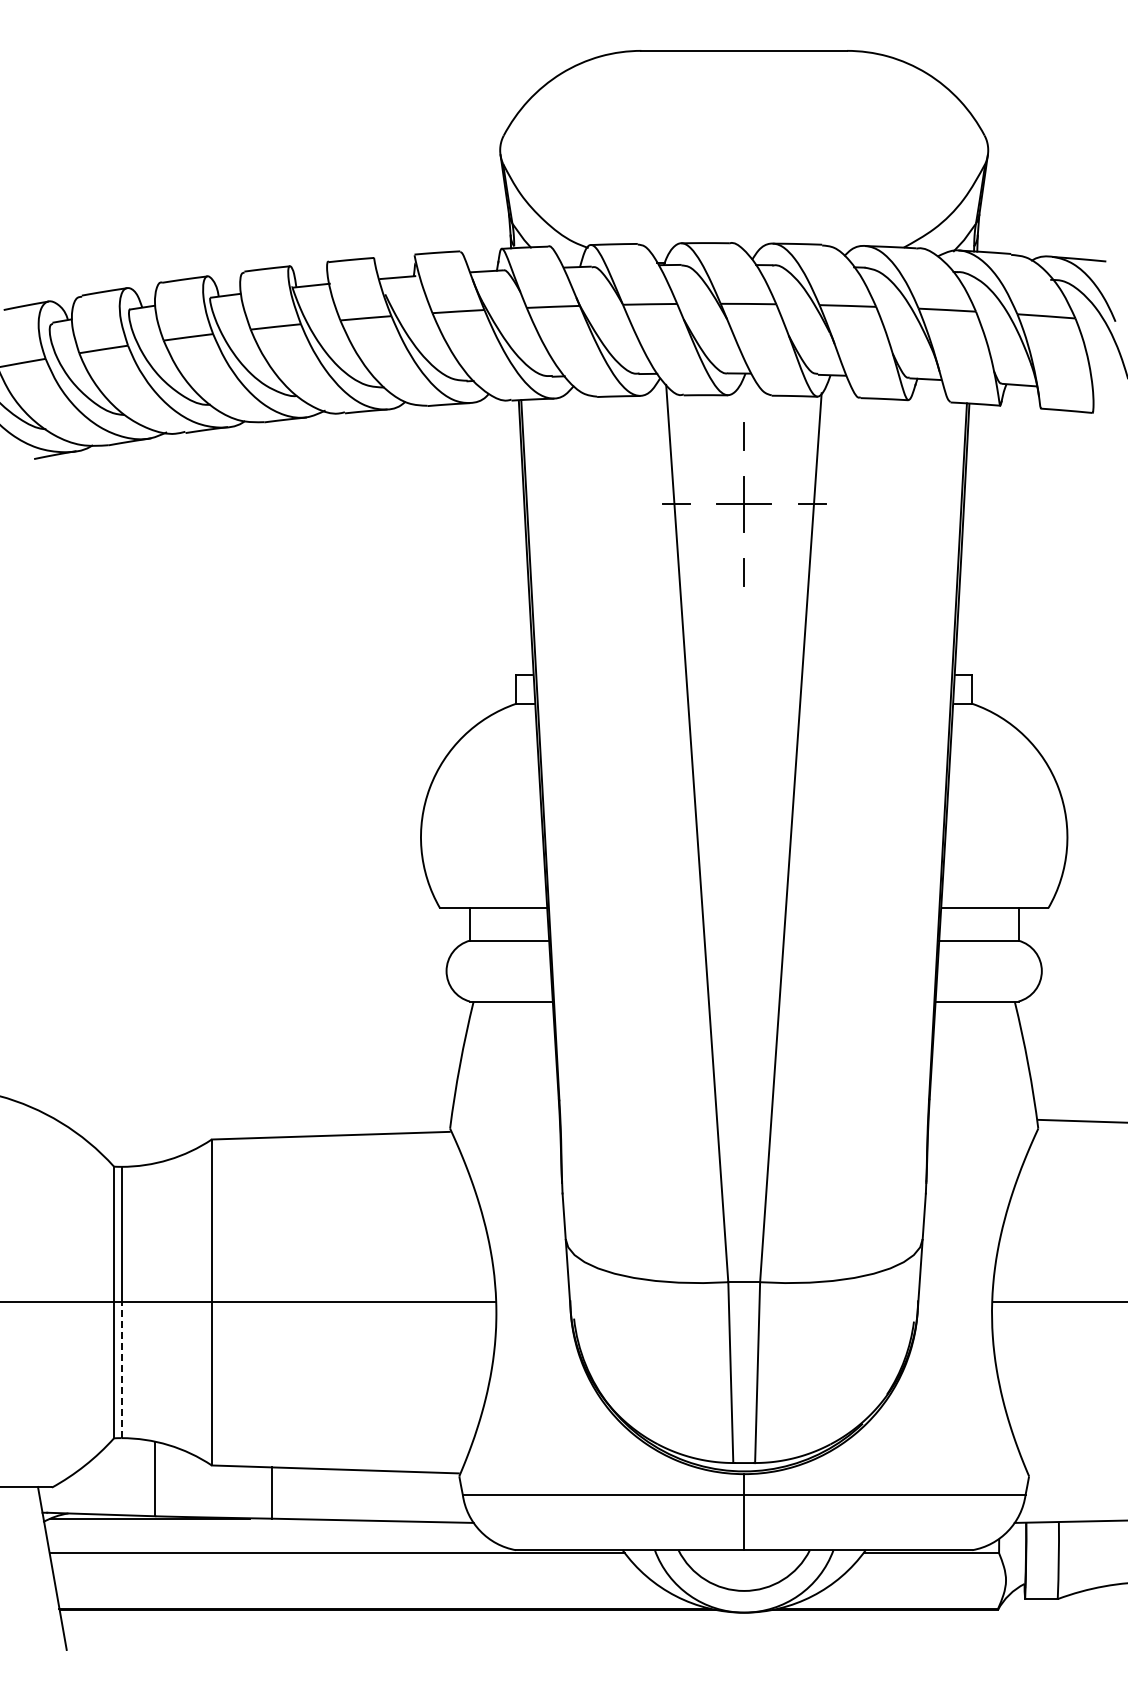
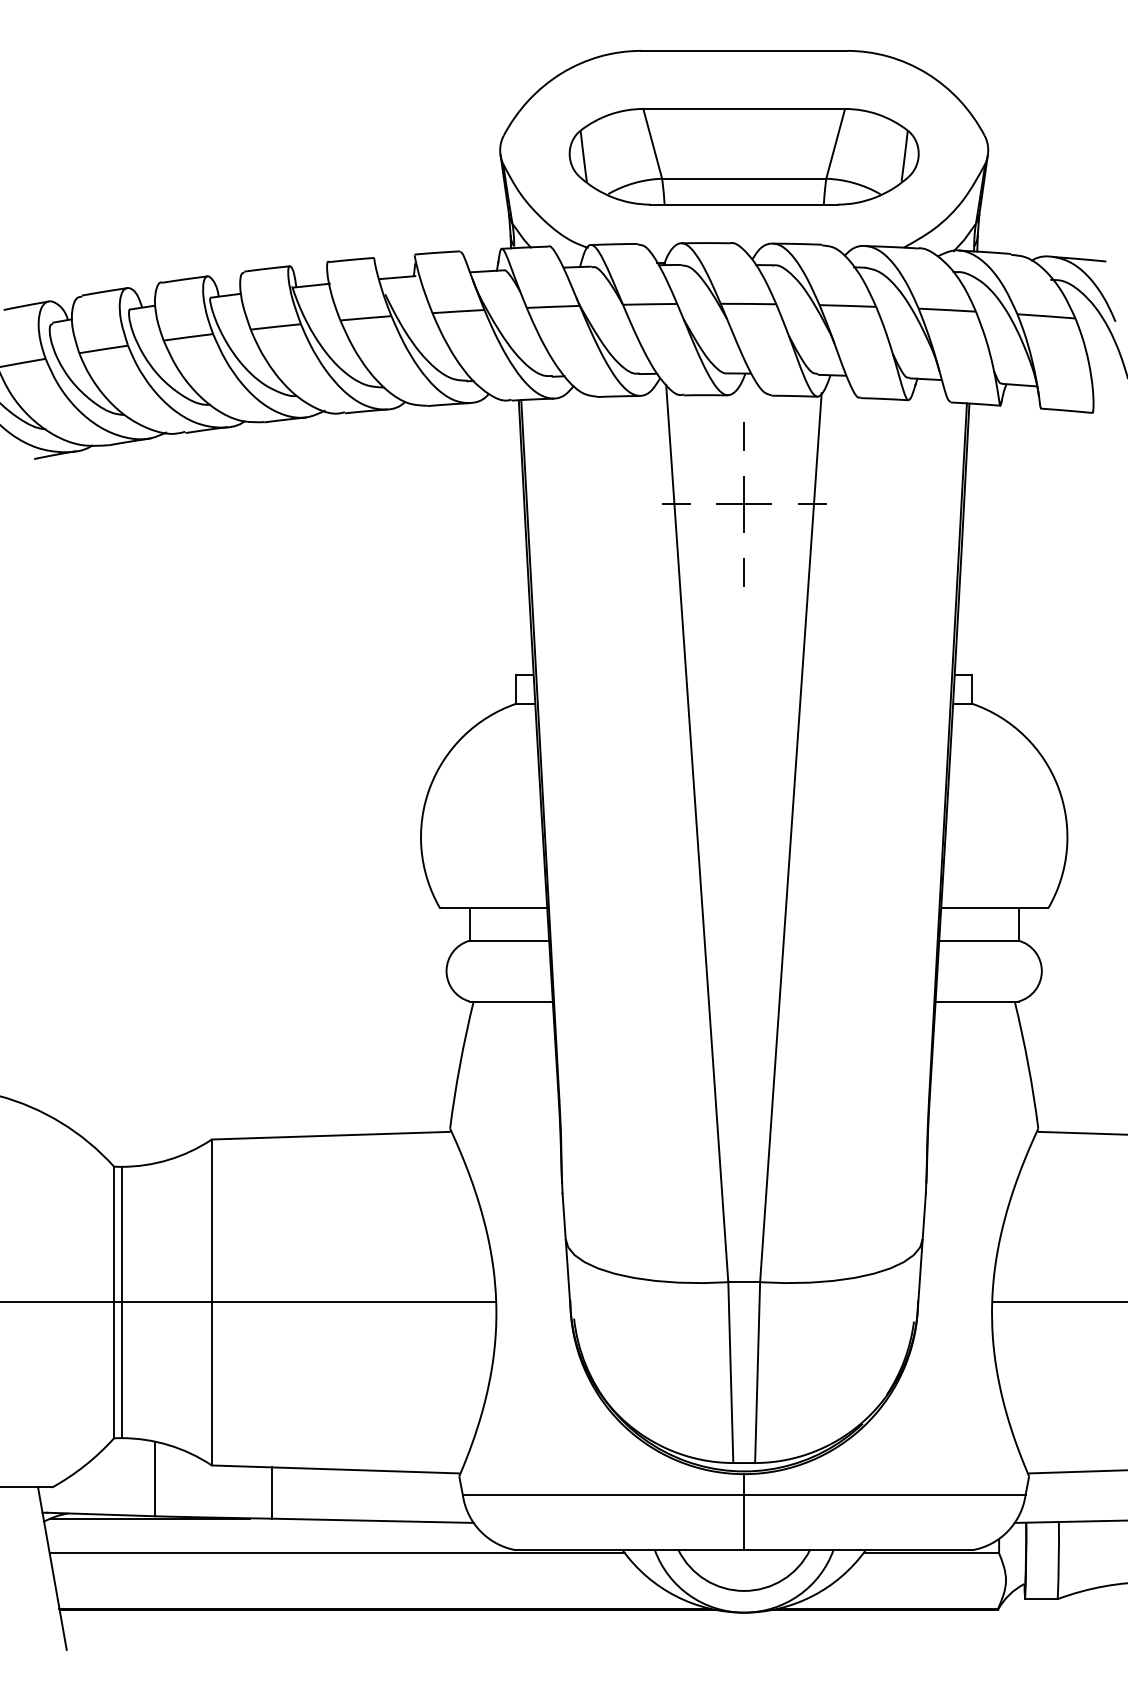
part at (743, 156): none -> present
line at (1081, 1120) position: (1081, 1120) -> (1081, 1132)
line at (121, 1370): dashed -> solid
line at (1076, 1471): none -> present
